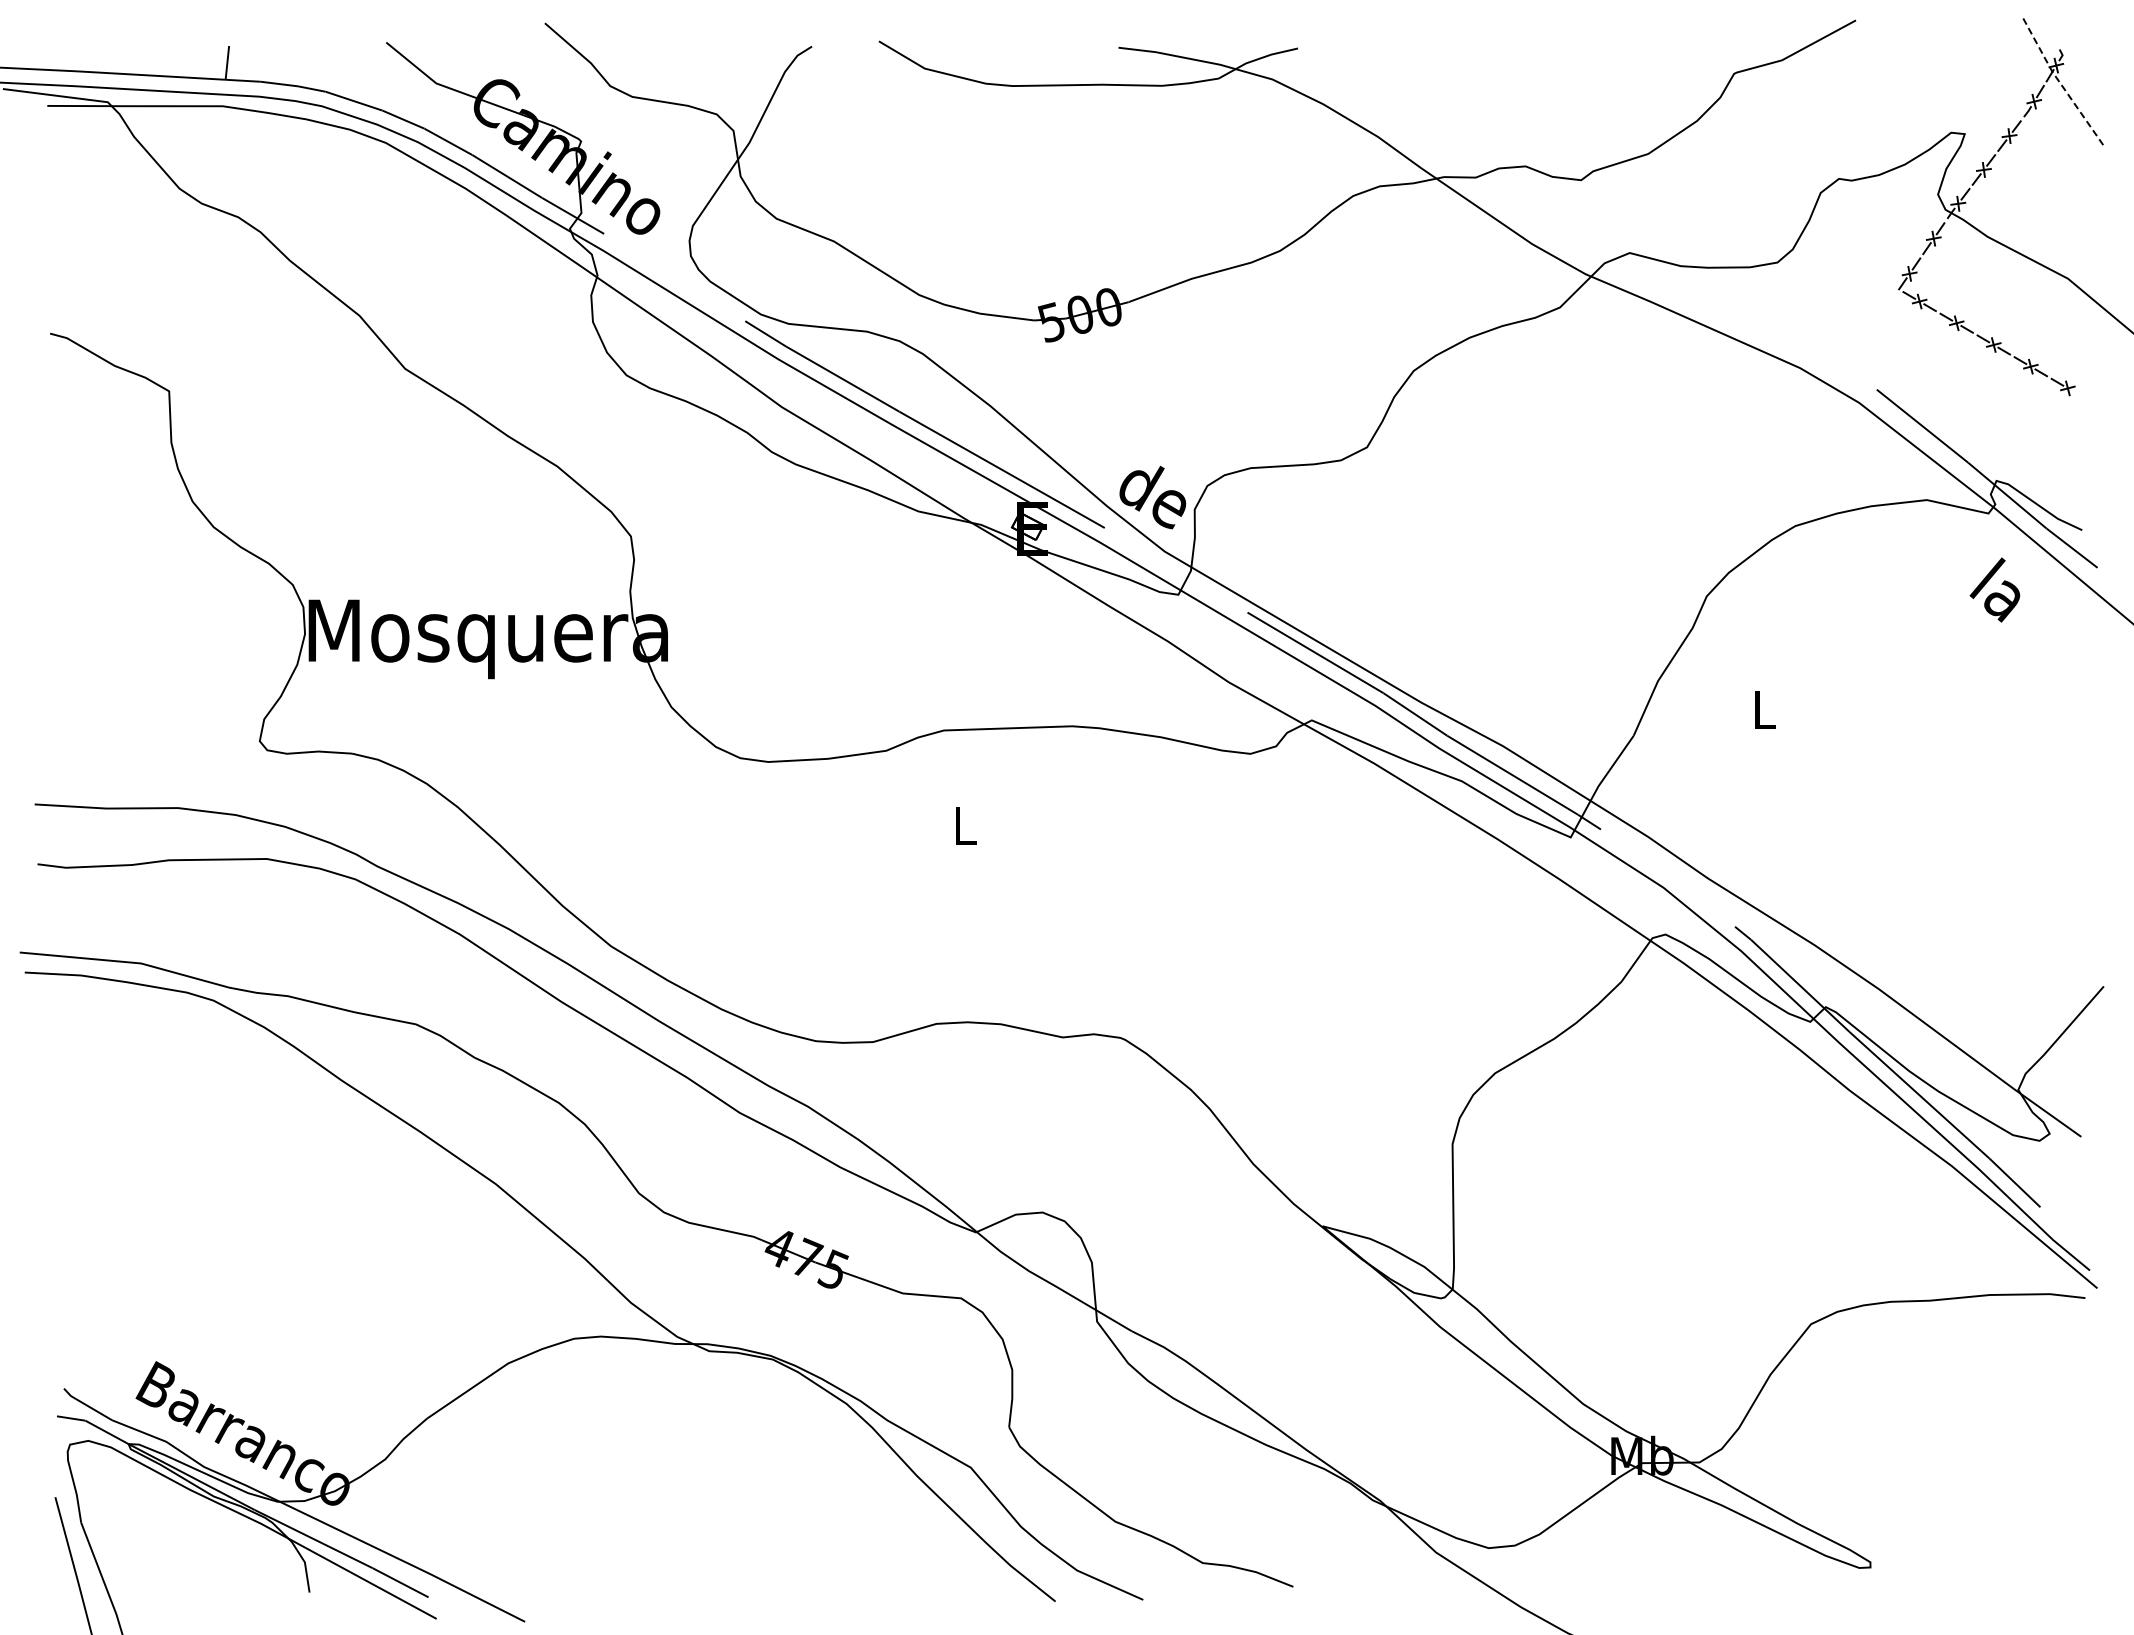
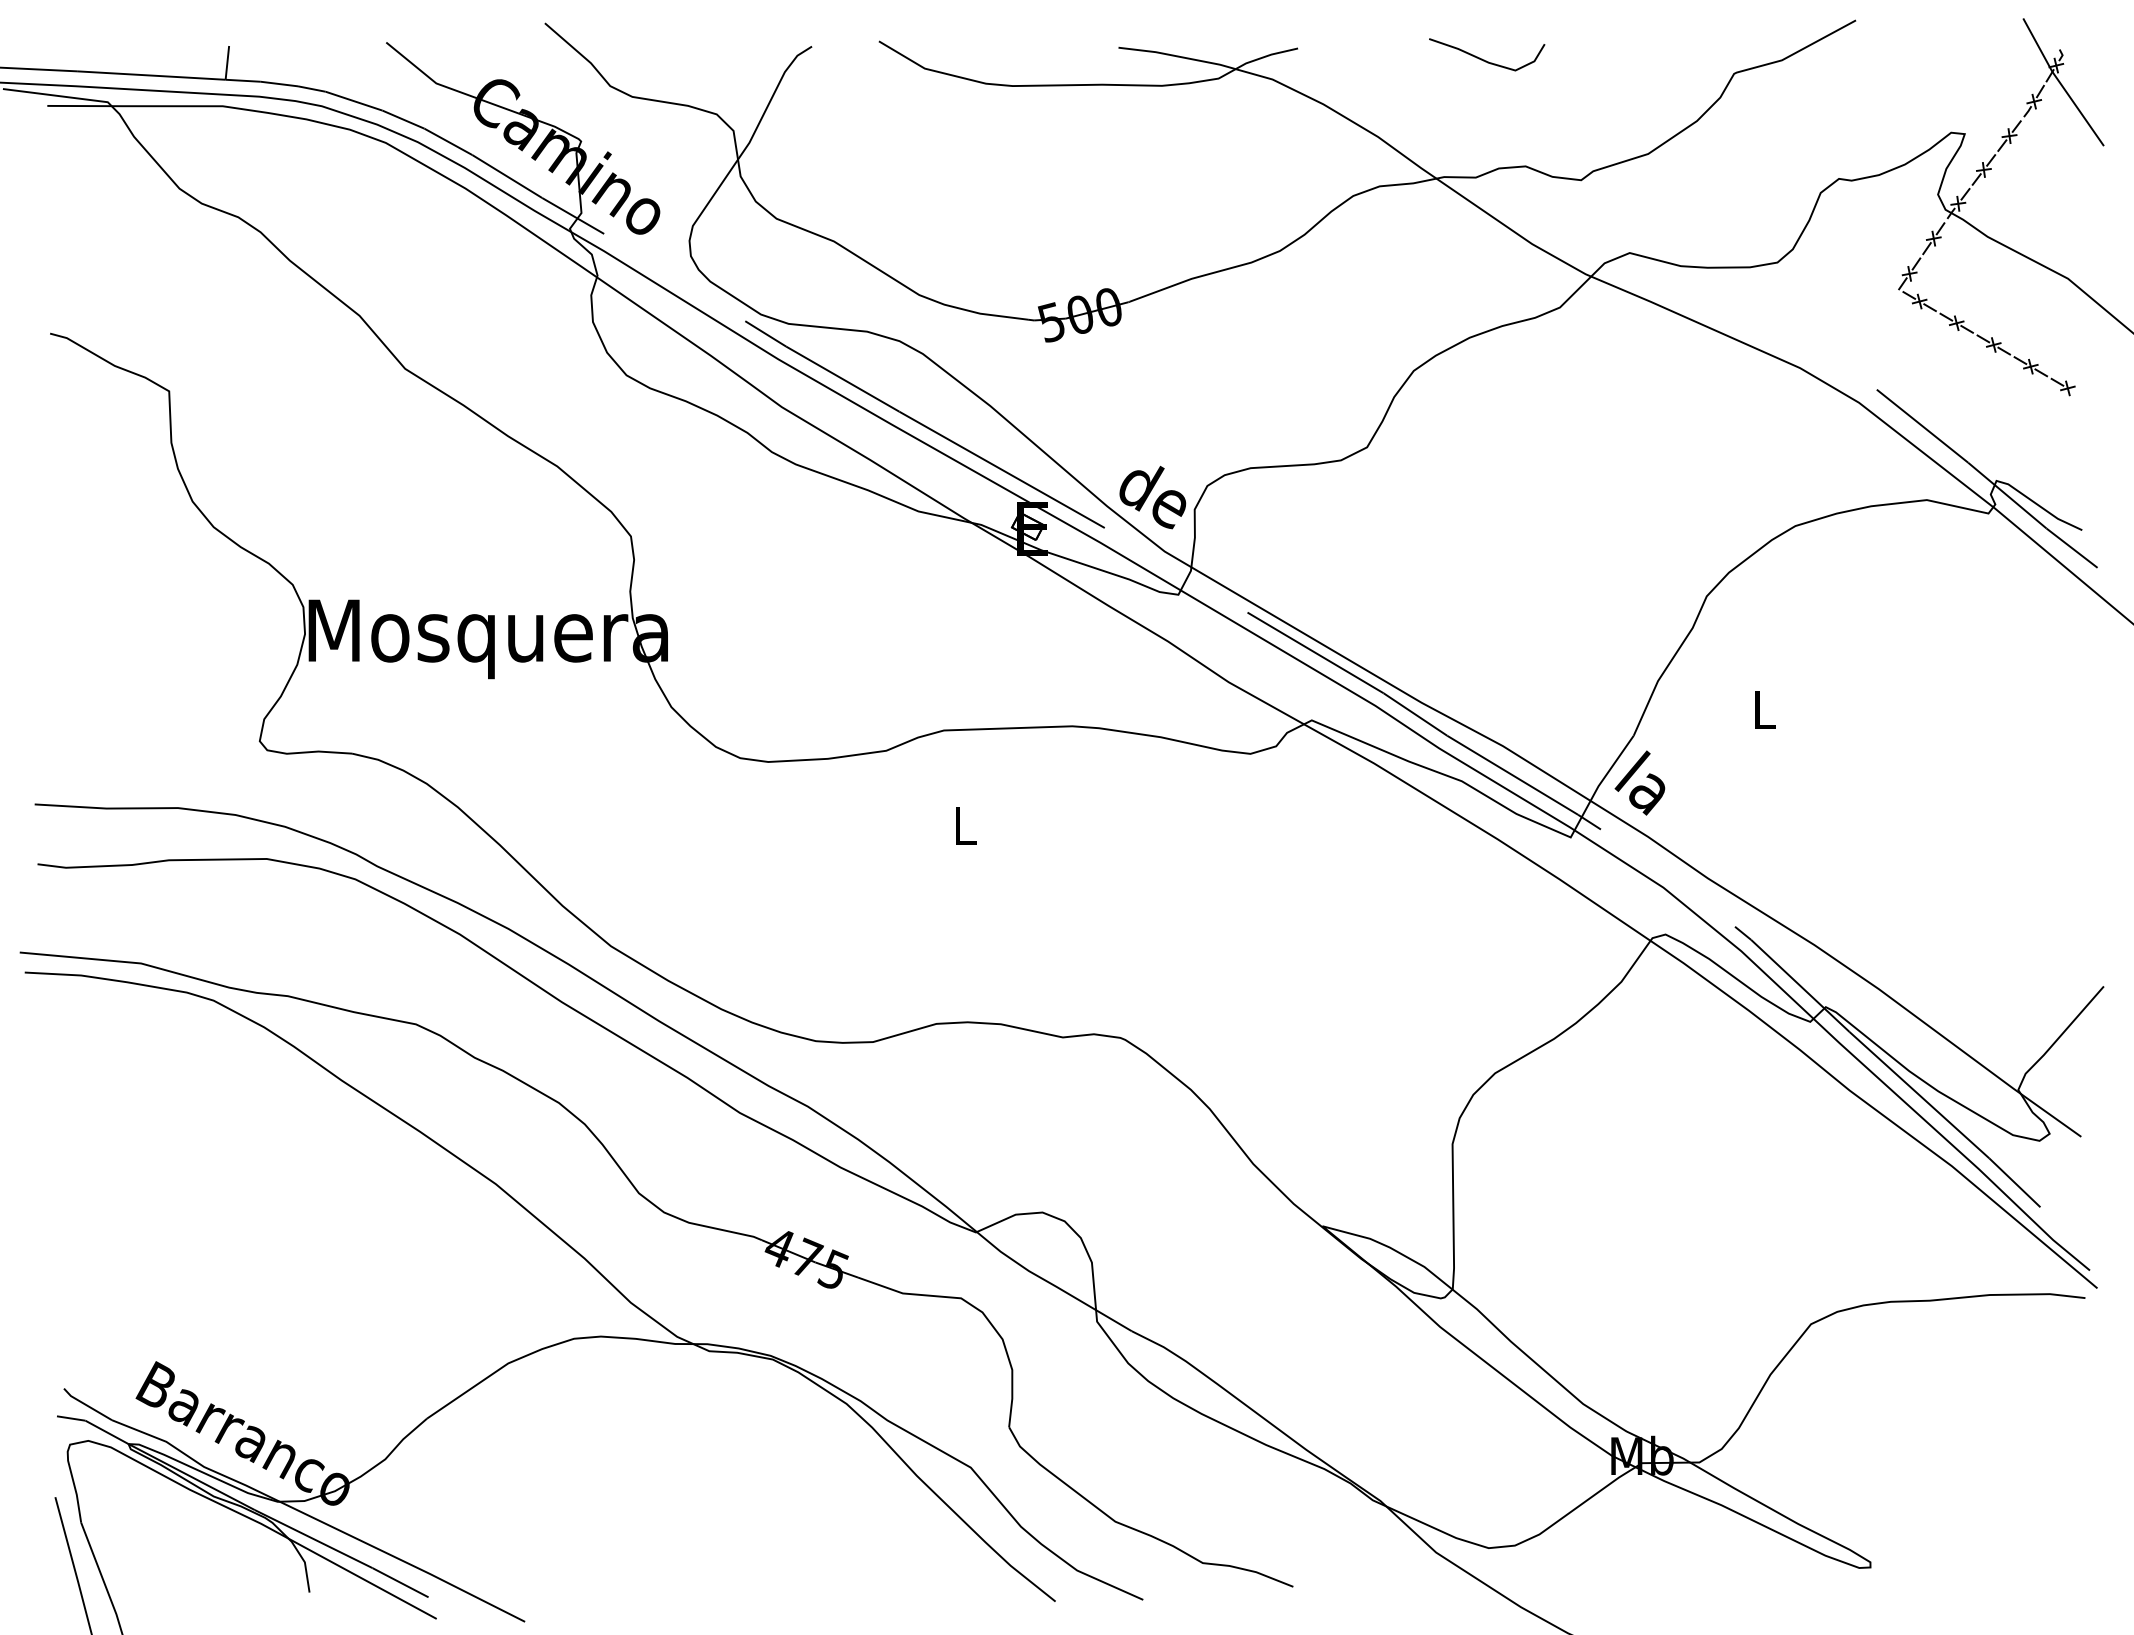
curve at (1484, 59): none -> present
line at (2060, 84): dashed -> solid
text at (1994, 589) position: (1994, 589) -> (1639, 782)
